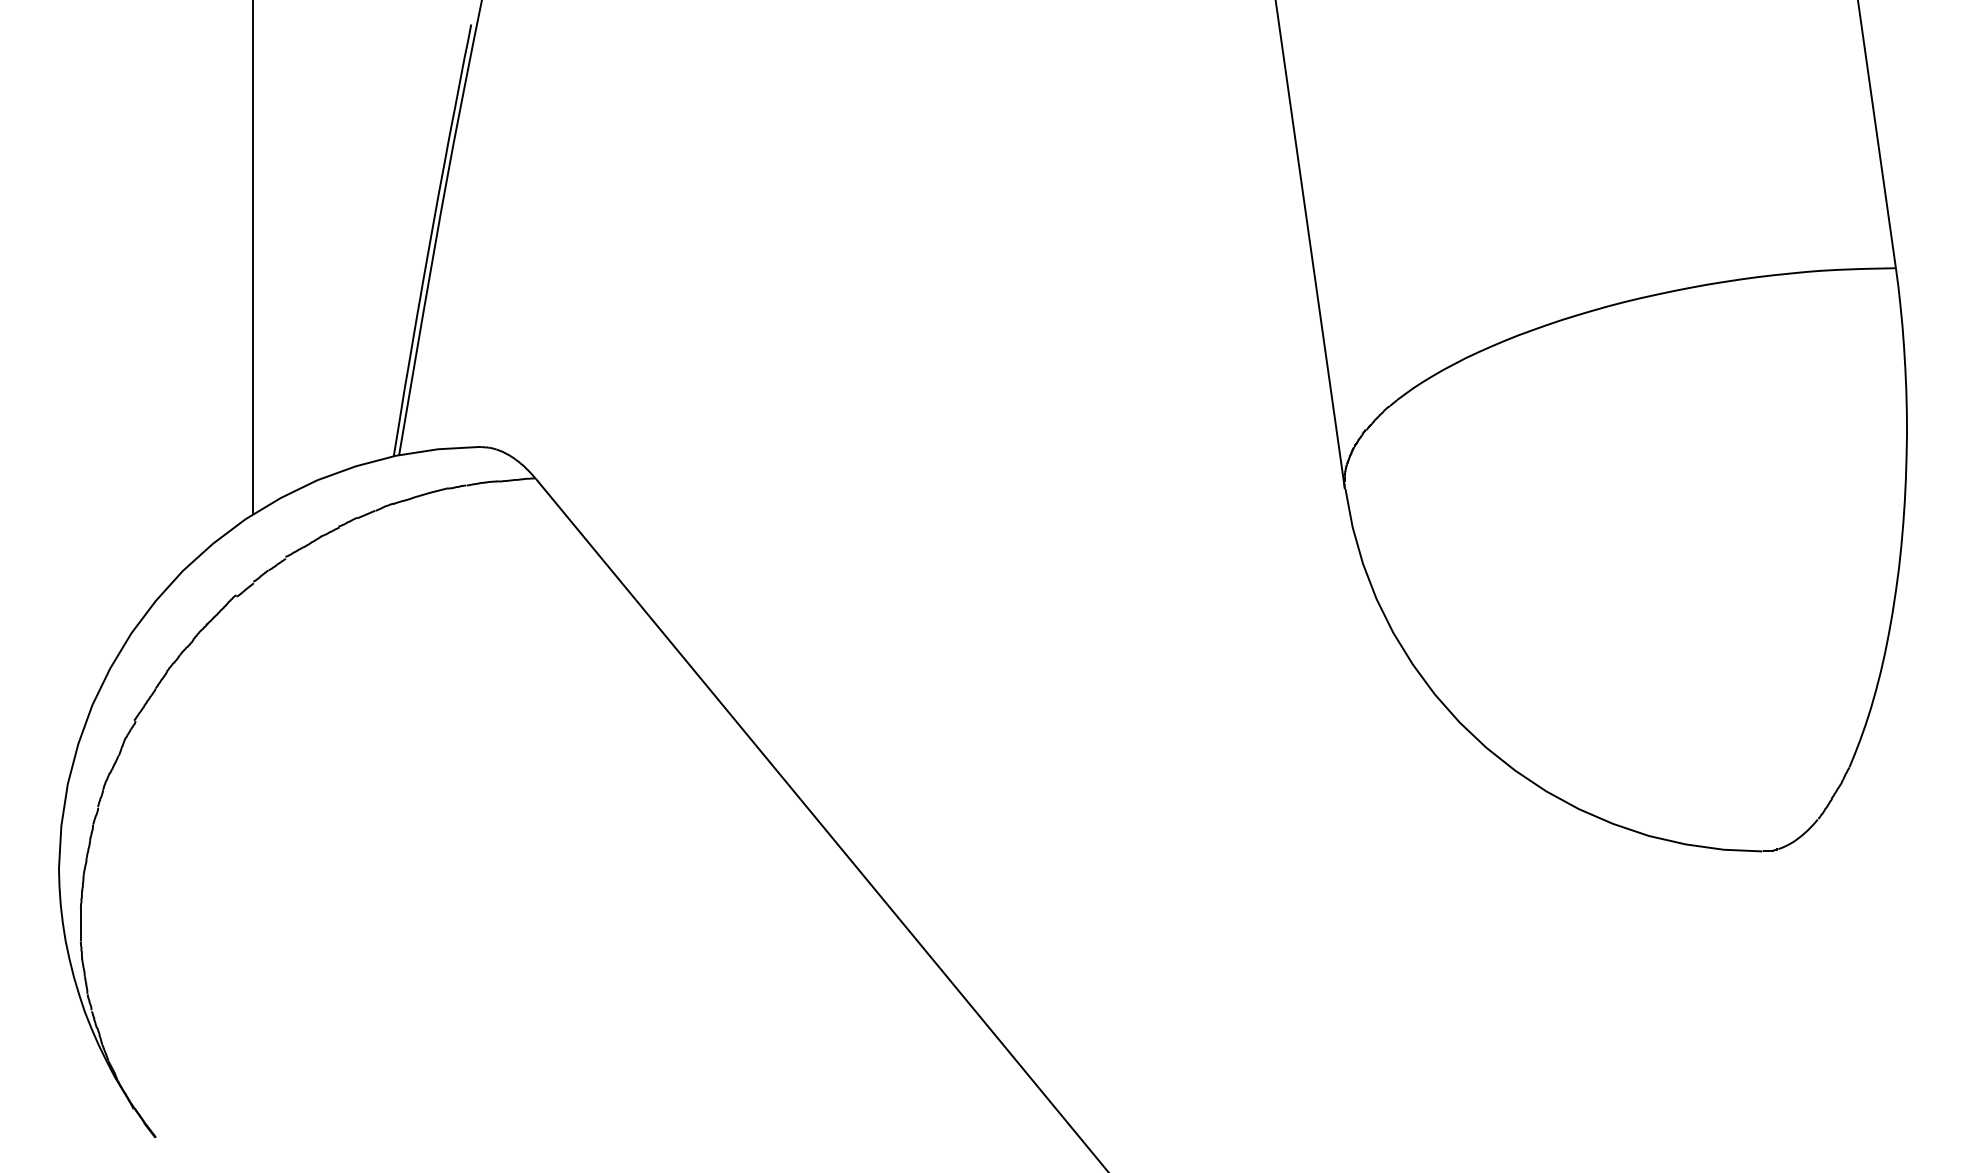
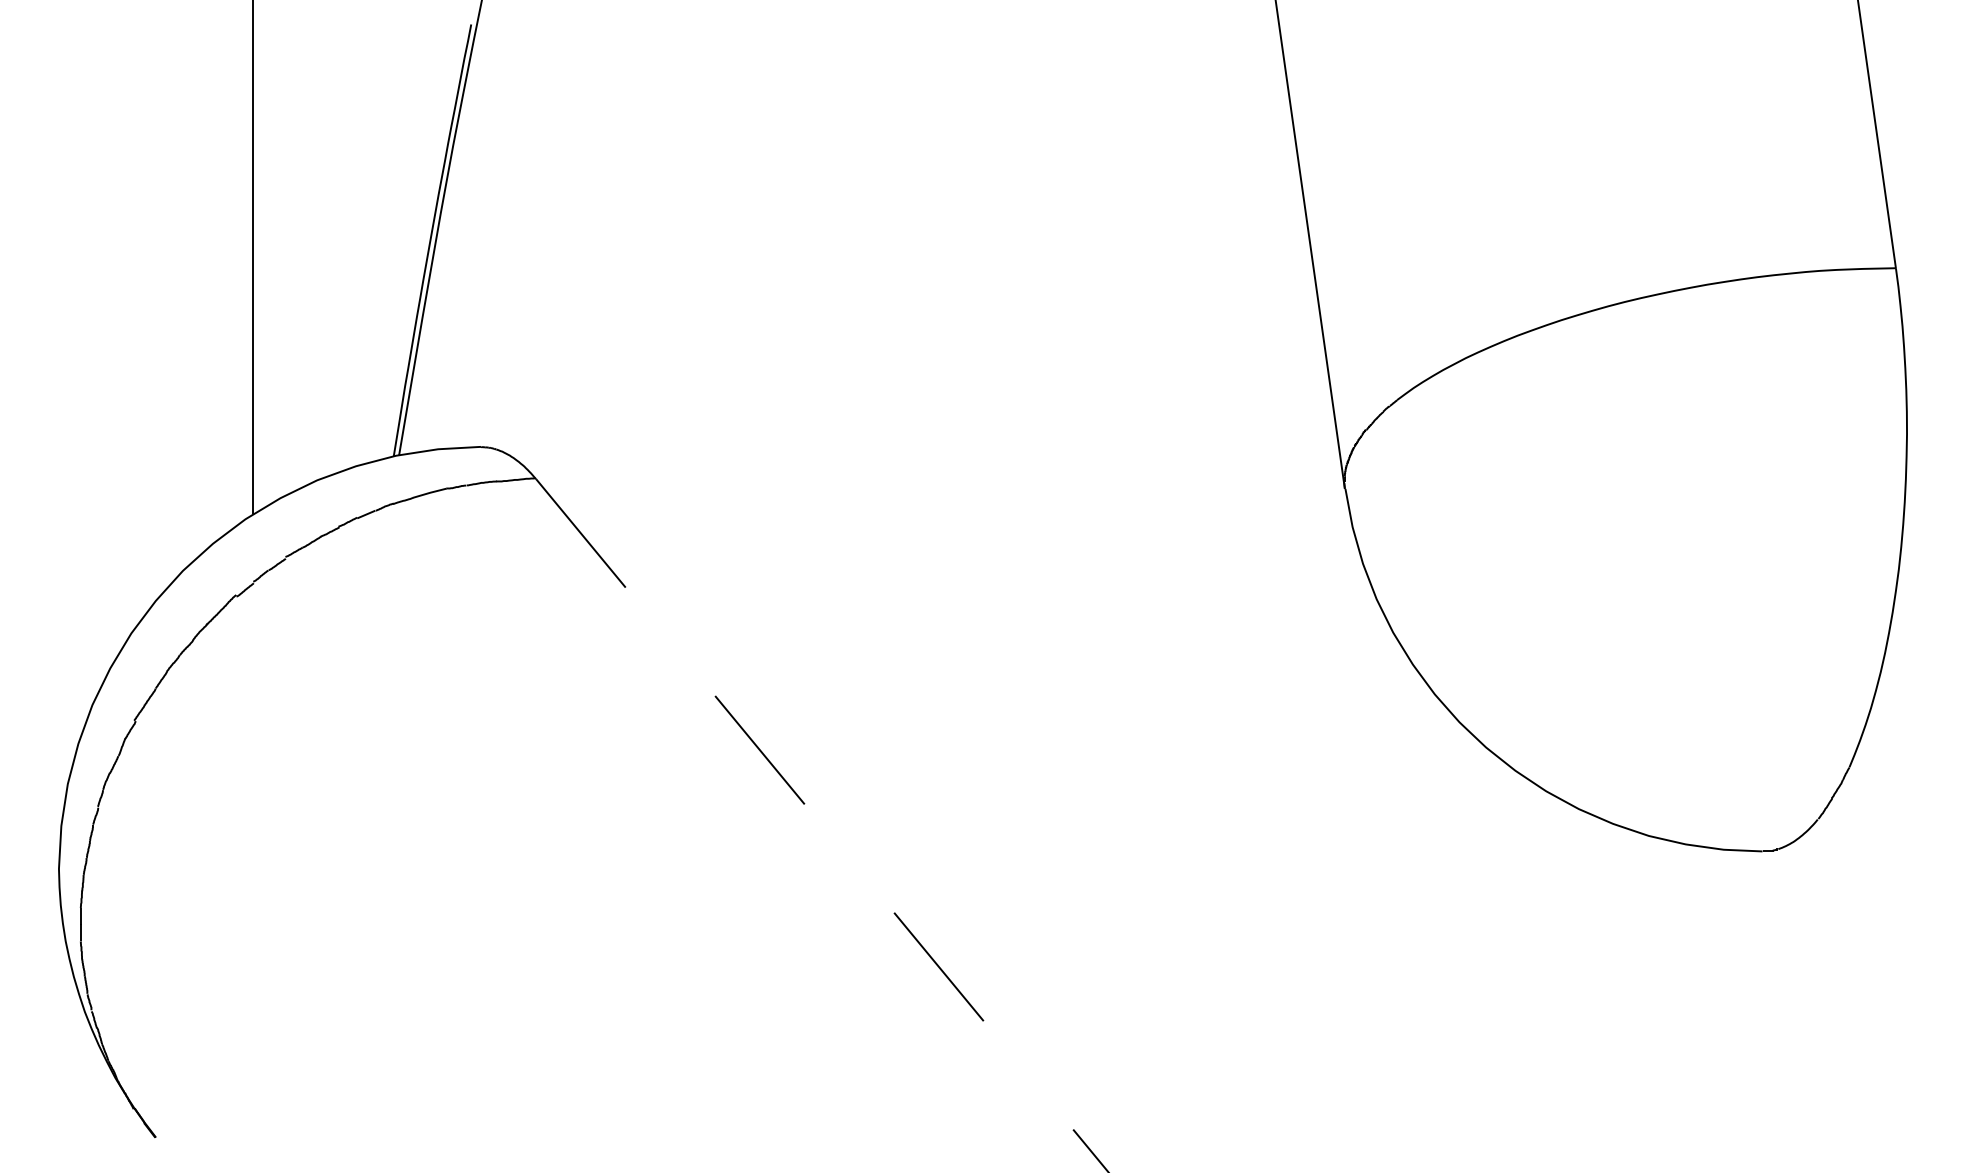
line at (822, 826): solid -> dashed
